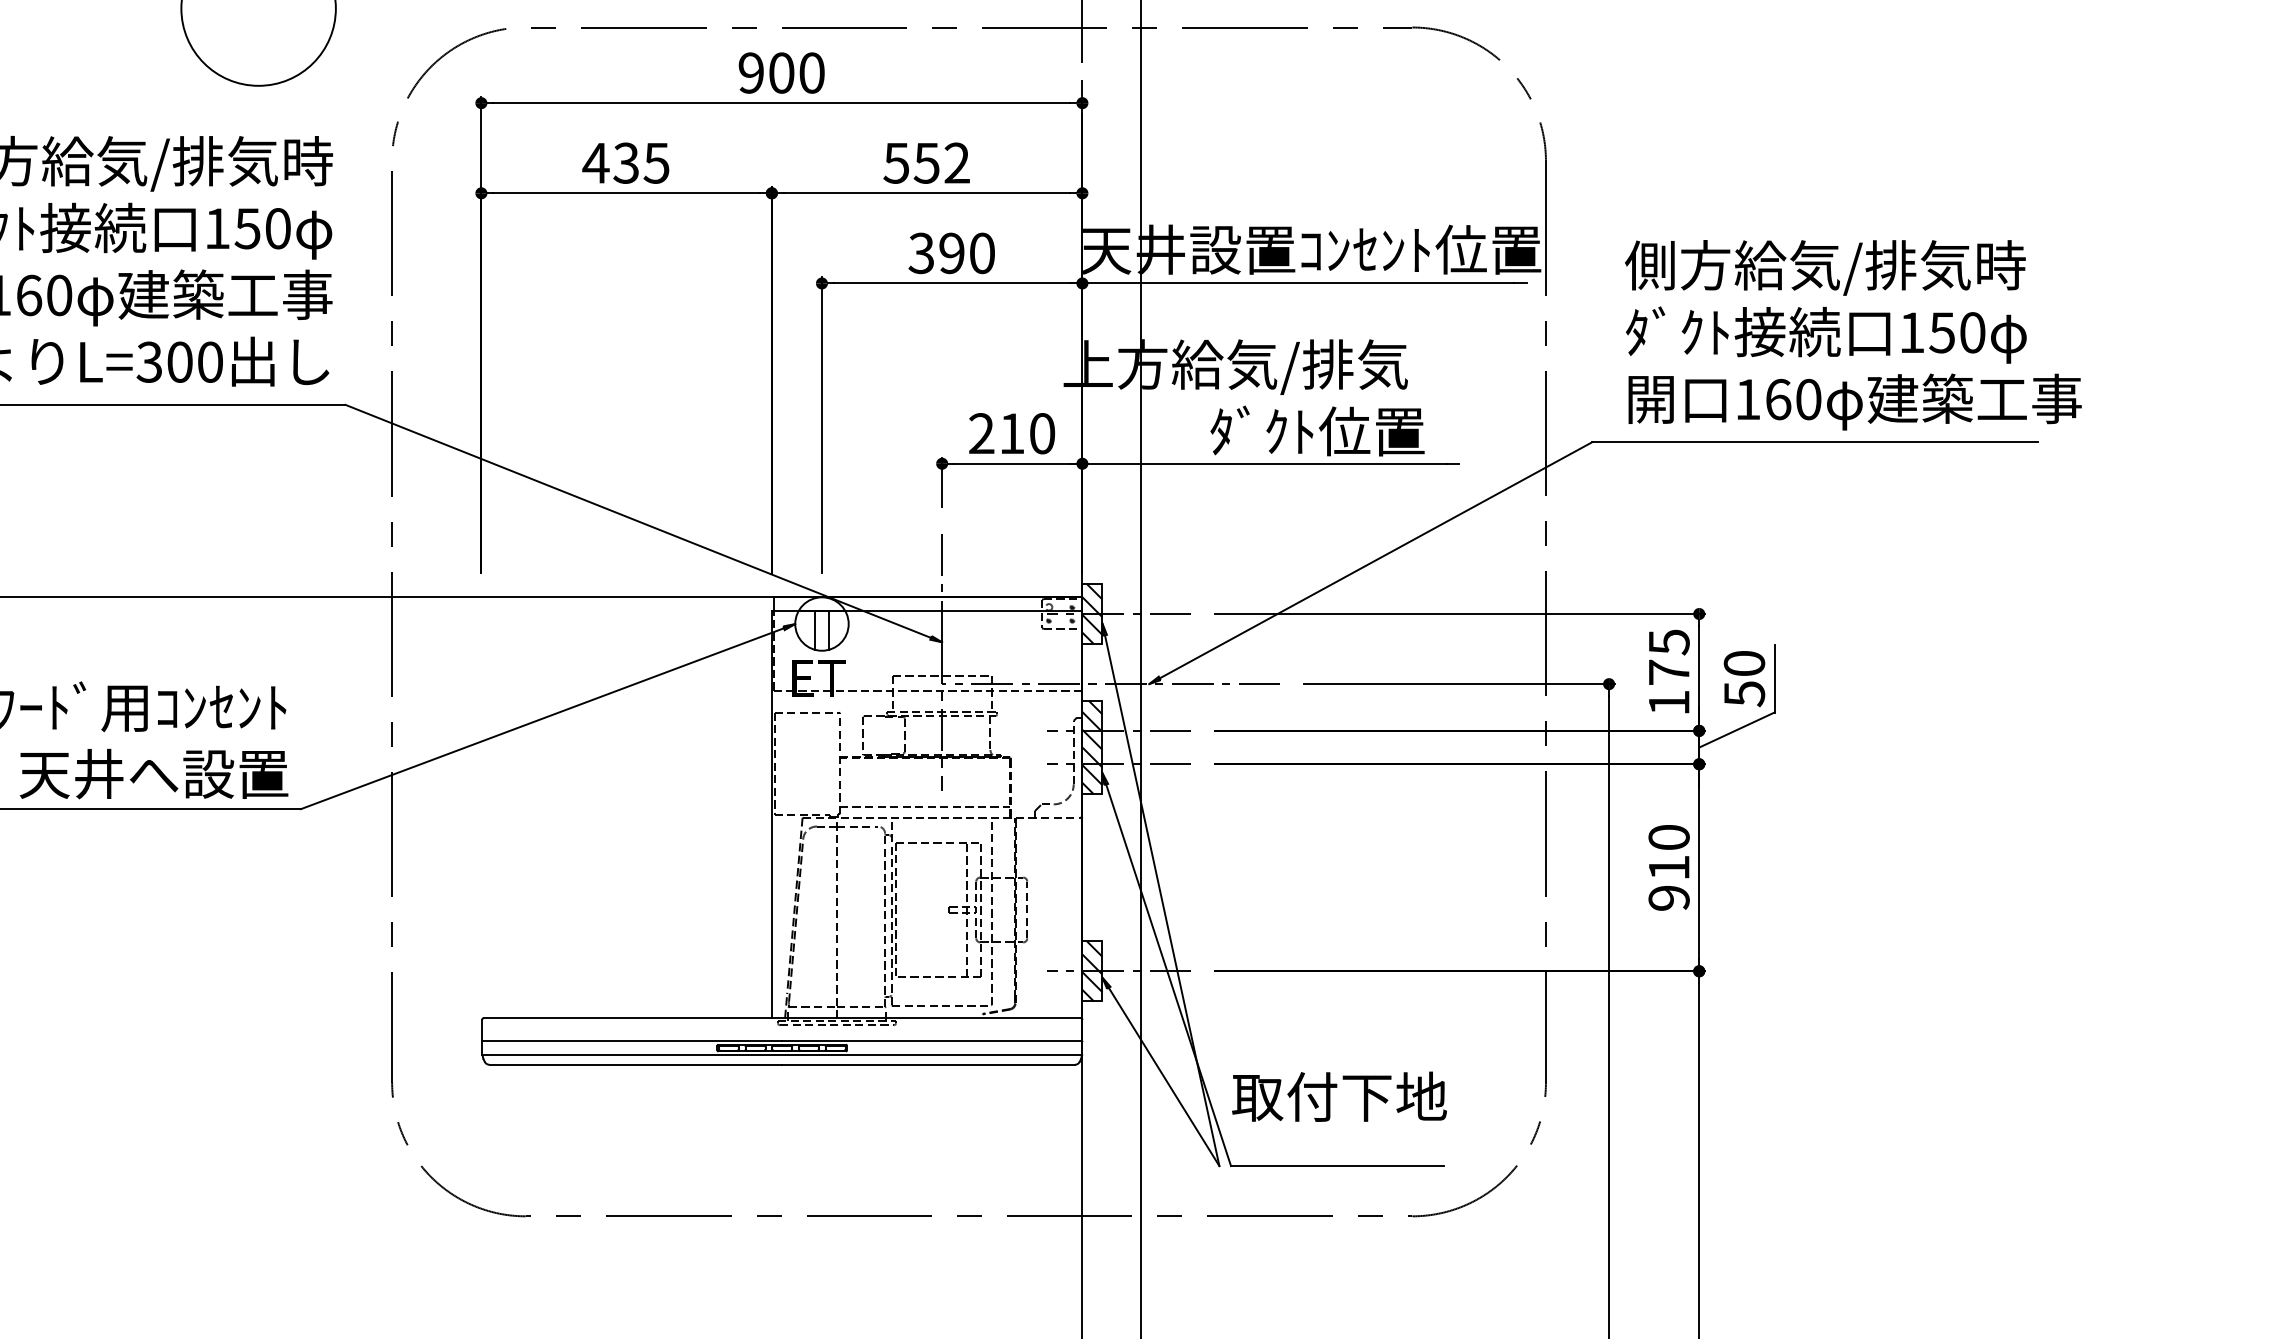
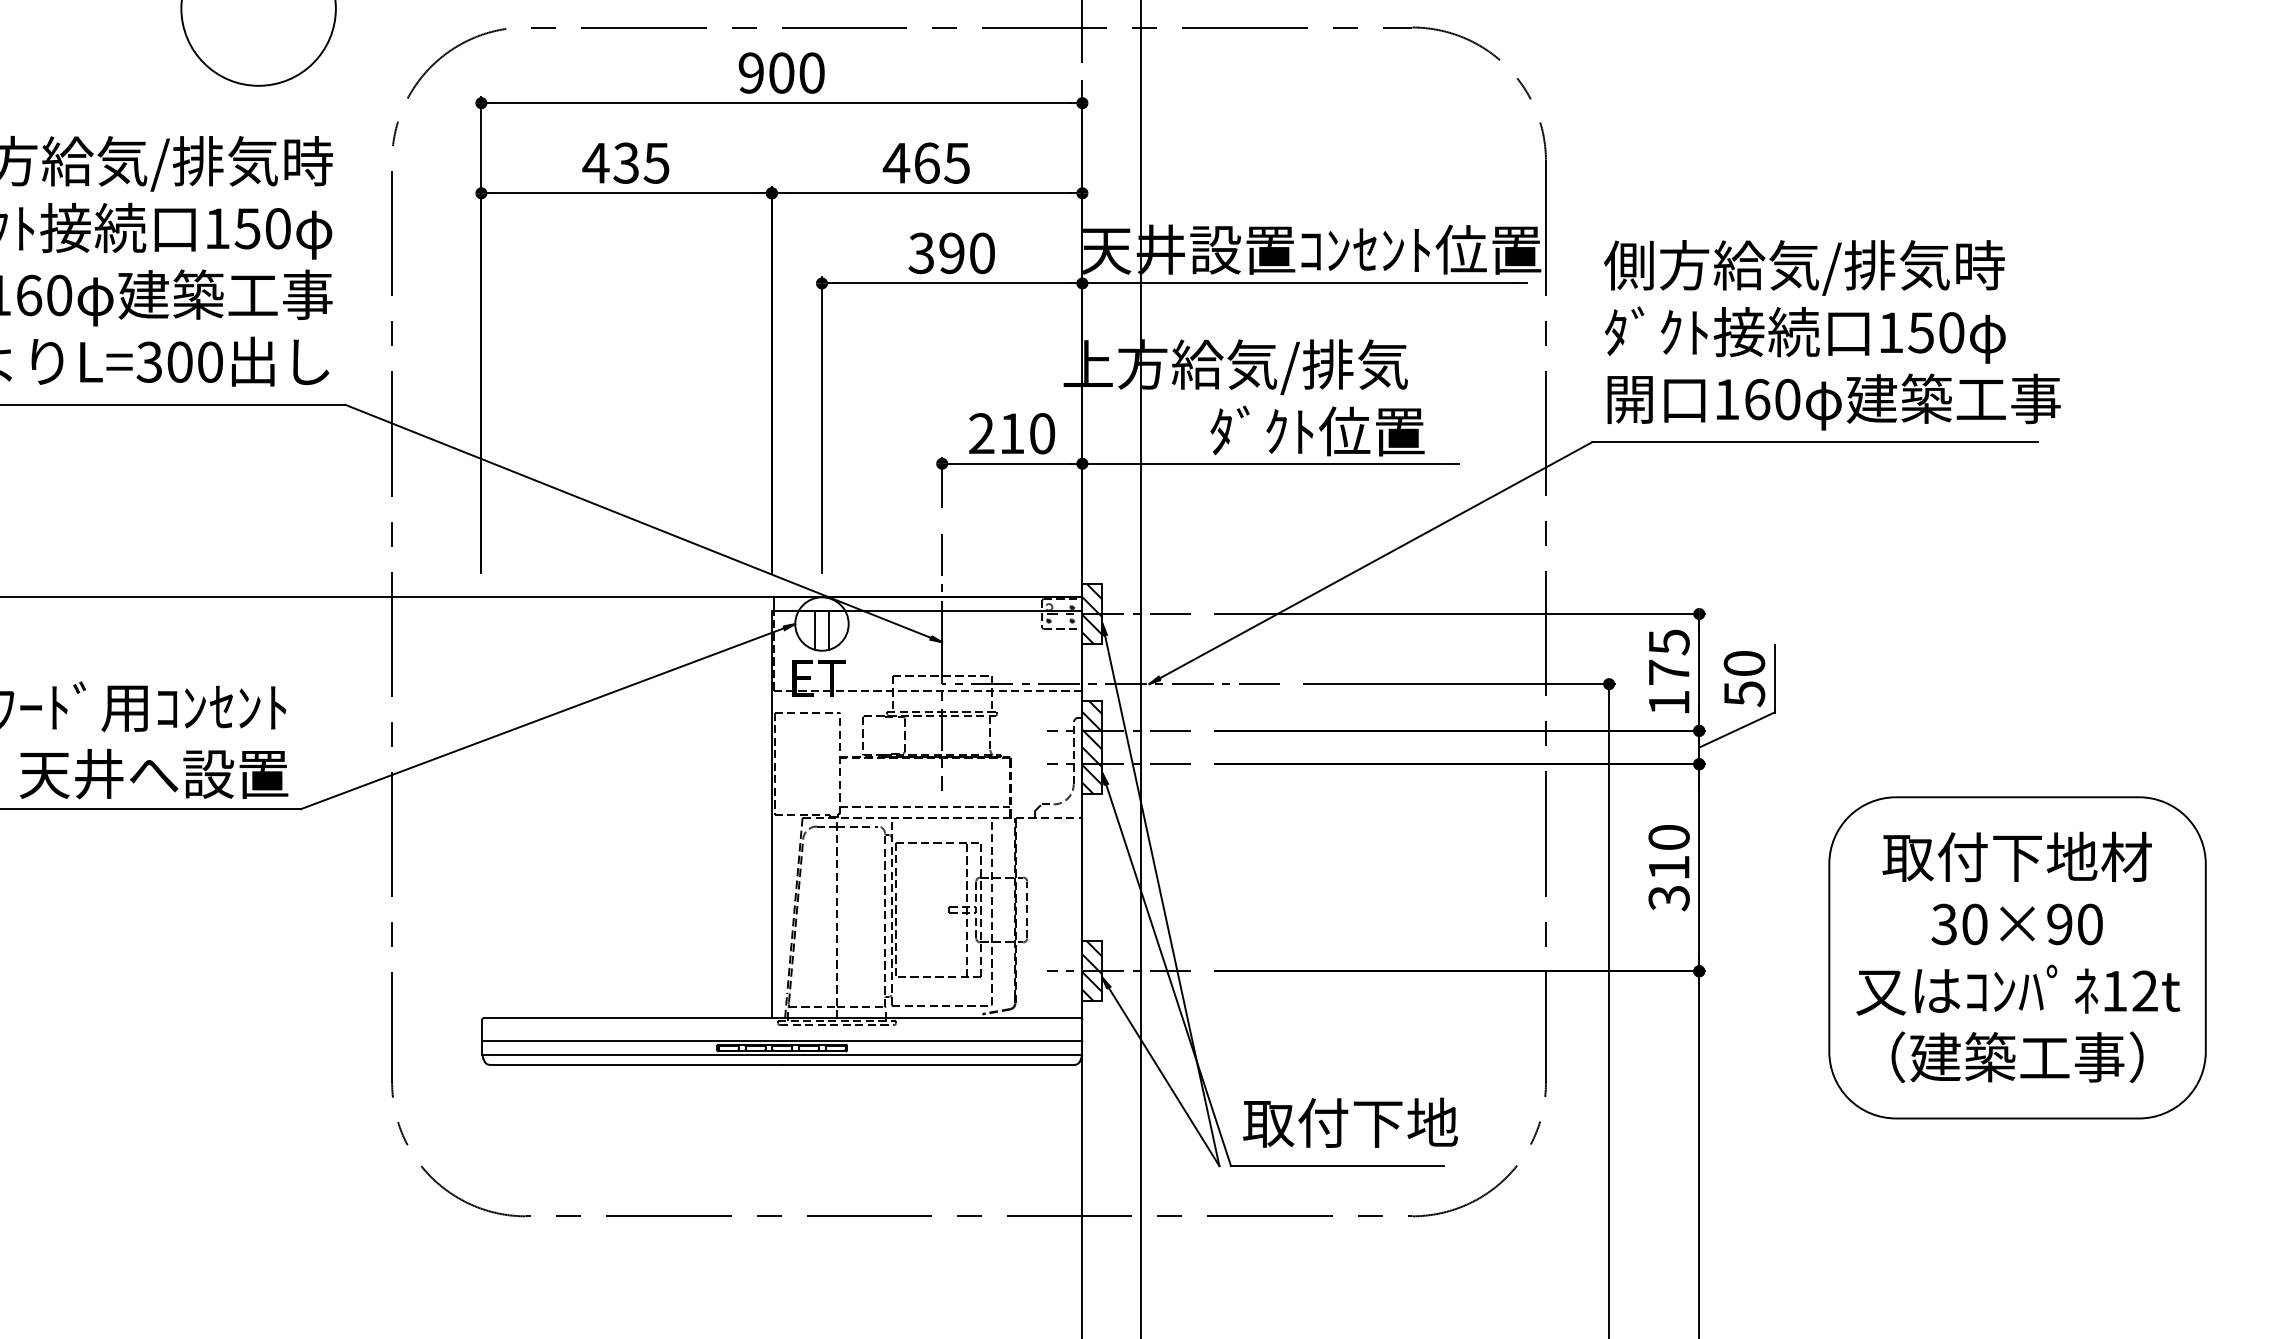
text at (925, 162): 552 -> 465
text at (1853, 335) position: (1853, 335) -> (1832, 335)
text at (1668, 898): 910 -> 310
part at (2017, 957): none -> present
text at (1339, 1096) position: (1339, 1096) -> (1350, 1122)
